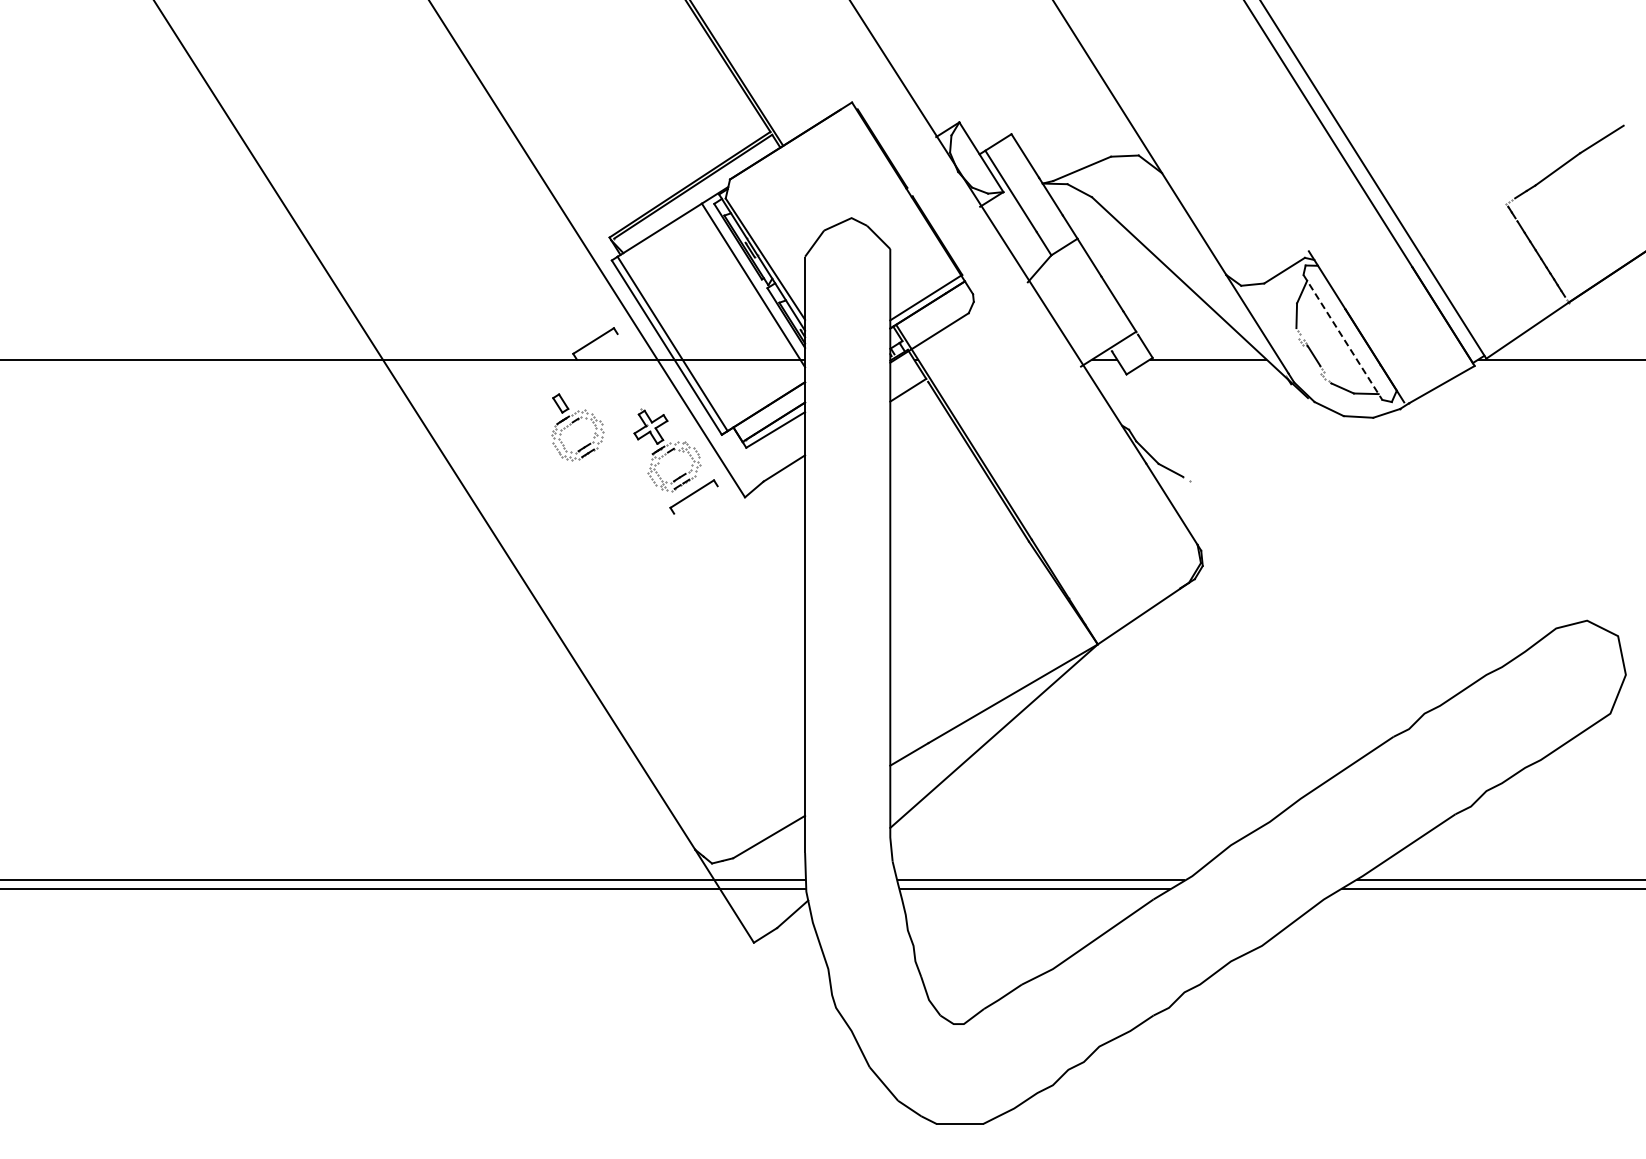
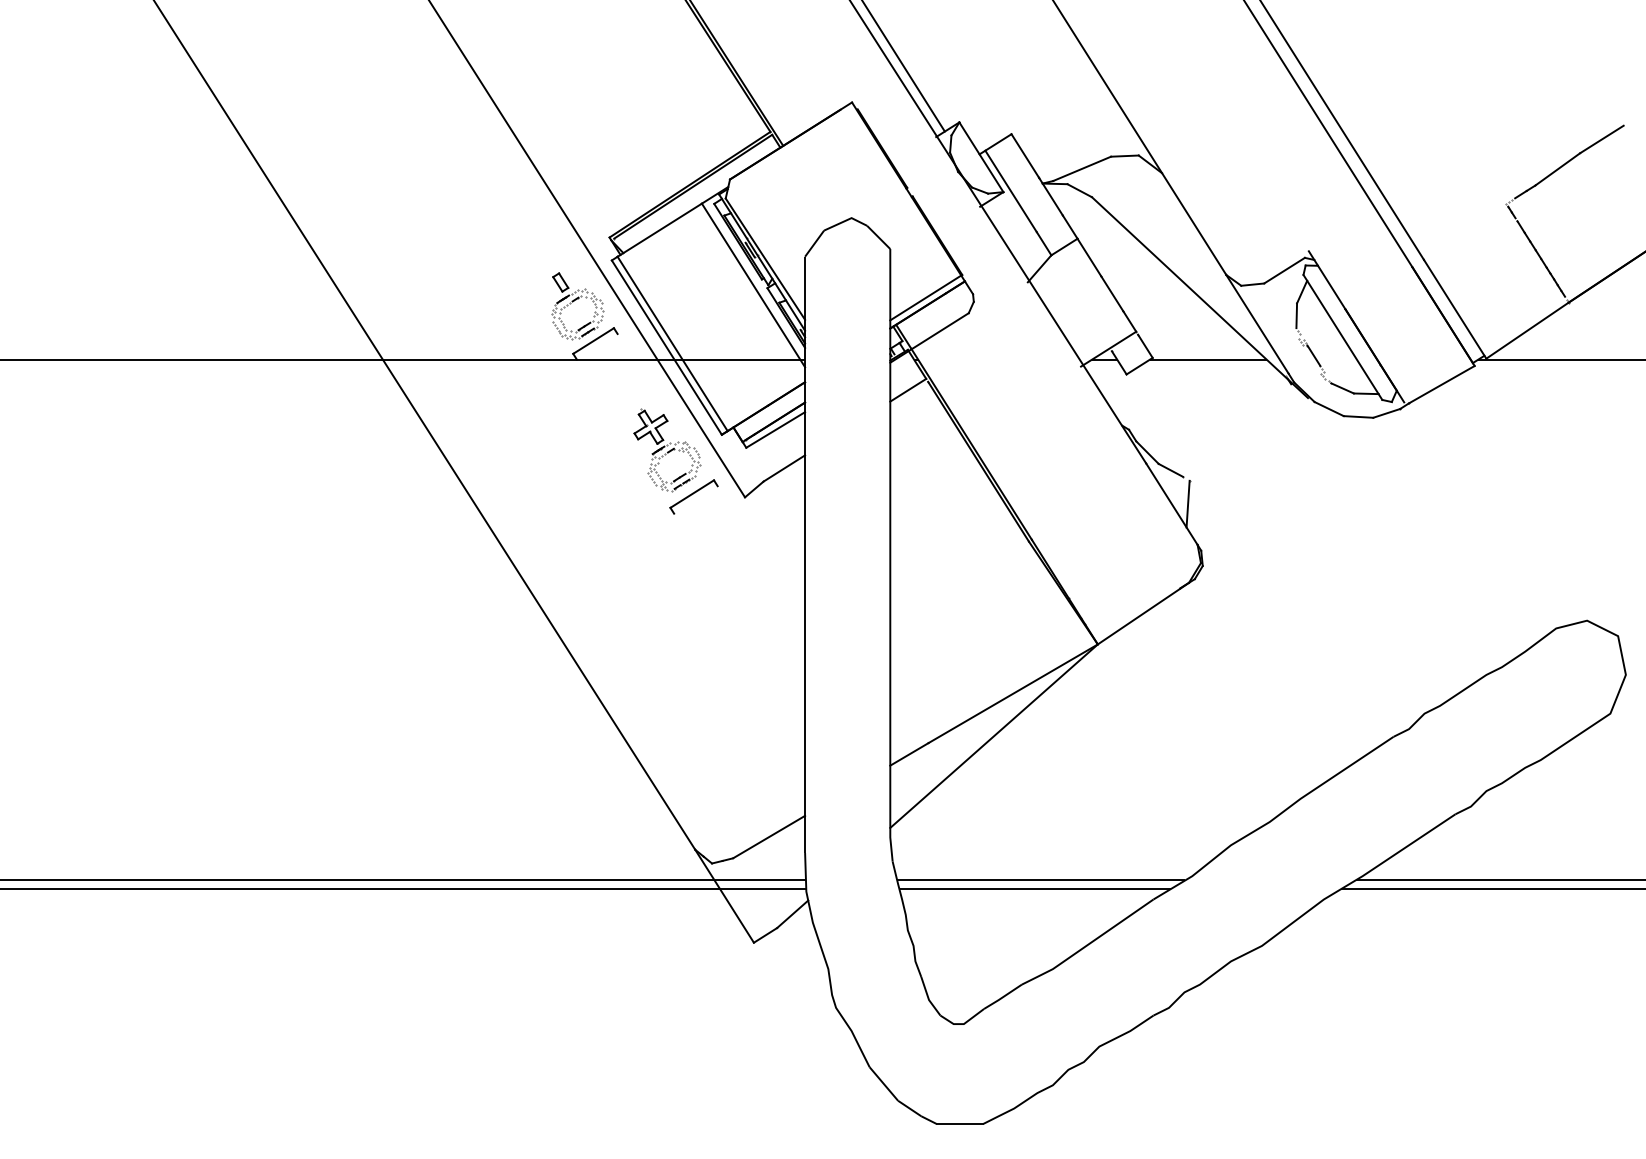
line at (903, 66): none -> present
line at (1342, 337): dashed -> solid
part at (577, 427) position: (577, 427) -> (577, 306)
line at (1187, 503): none -> present
